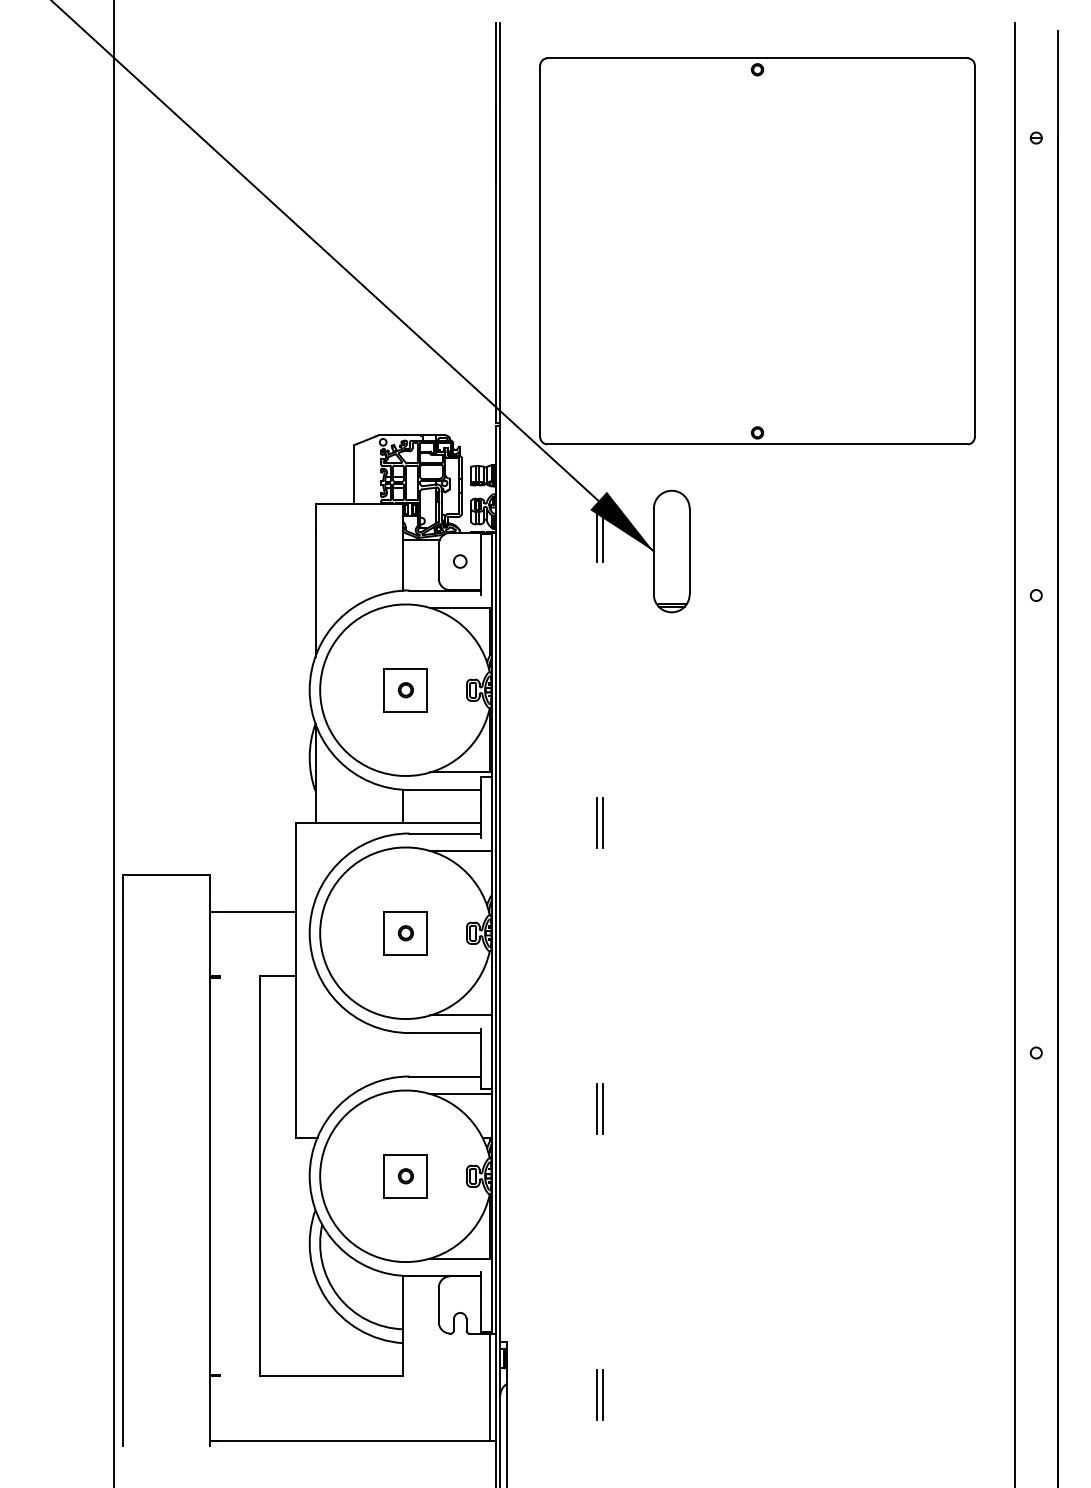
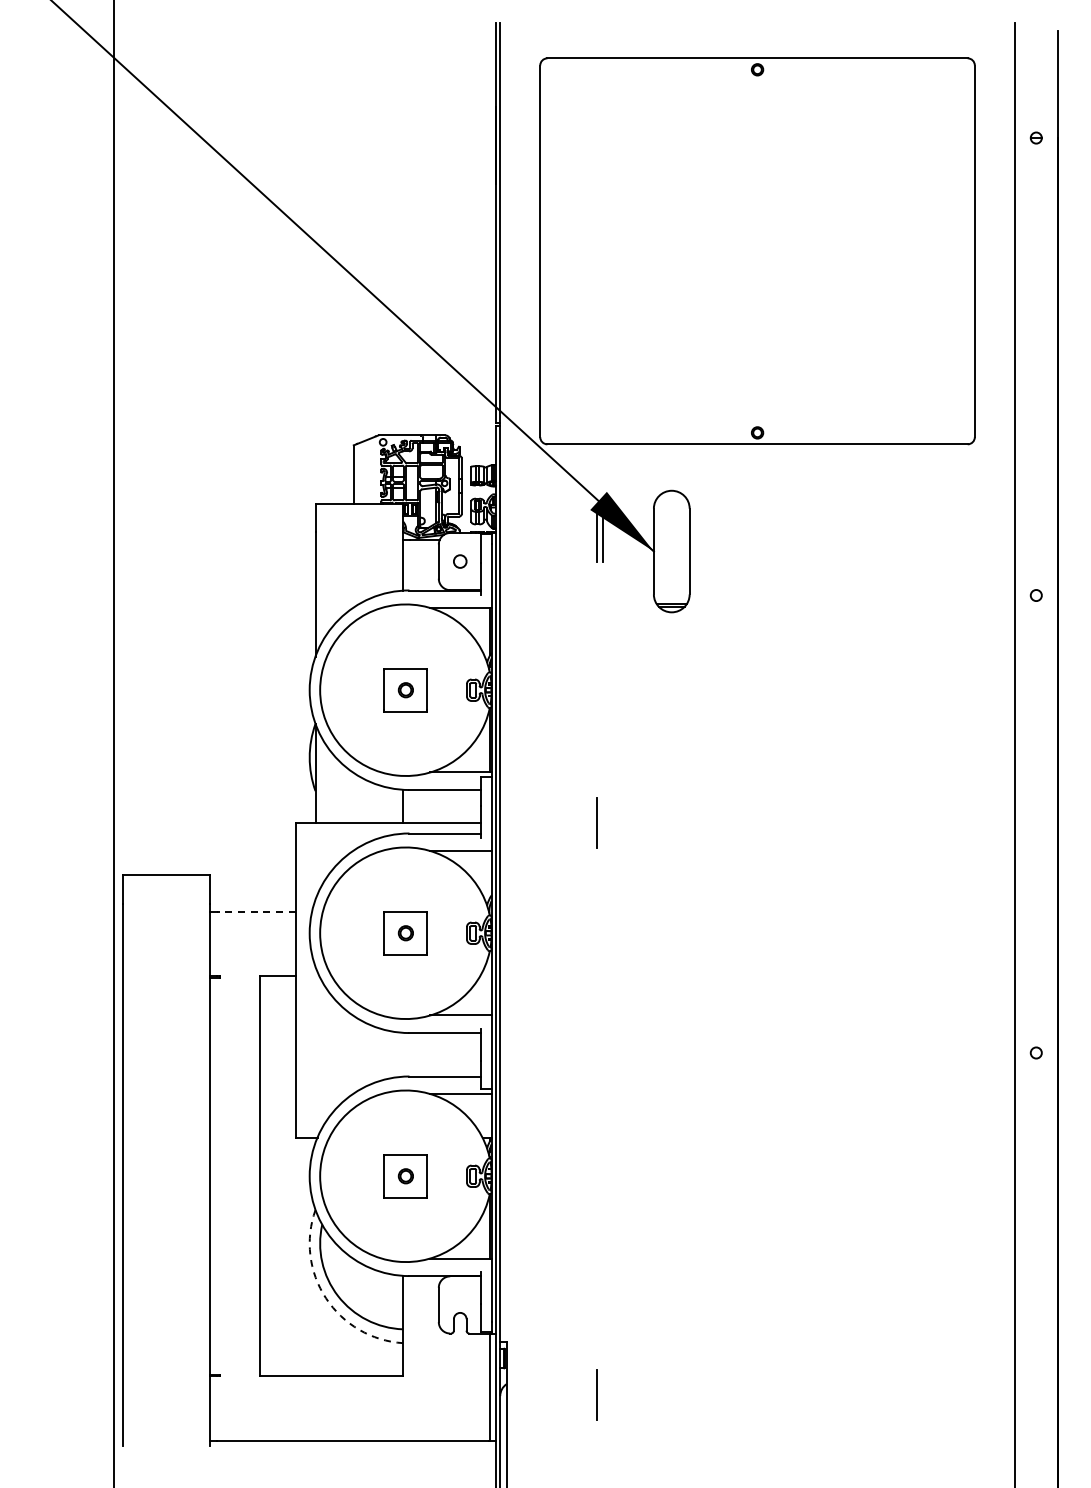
line at (603, 823): present -> none
line at (256, 911): solid -> dashed
part at (599, 1108): present -> none
arc at (326, 1298): solid -> dashed
line at (603, 1395): present -> none
